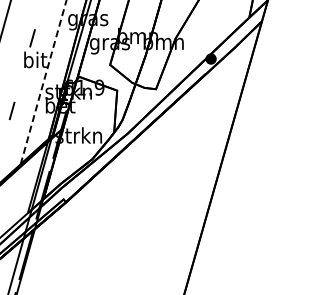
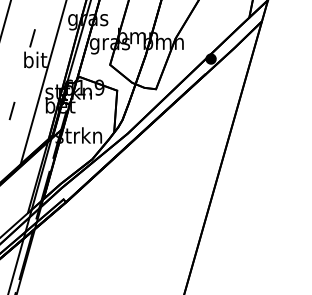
line at (43, 81): dashed -> solid
